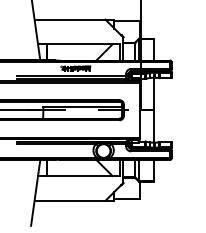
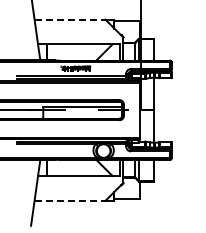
line at (70, 19): solid -> dashed
line at (70, 200): solid -> dashed
